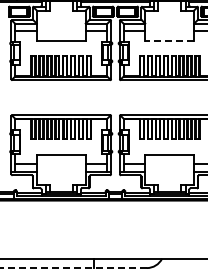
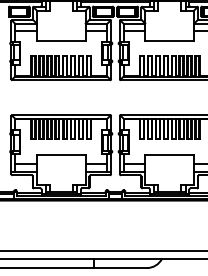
line at (169, 40): dashed -> solid
line at (103, 250): none -> present
line at (73, 268): dashed -> solid
